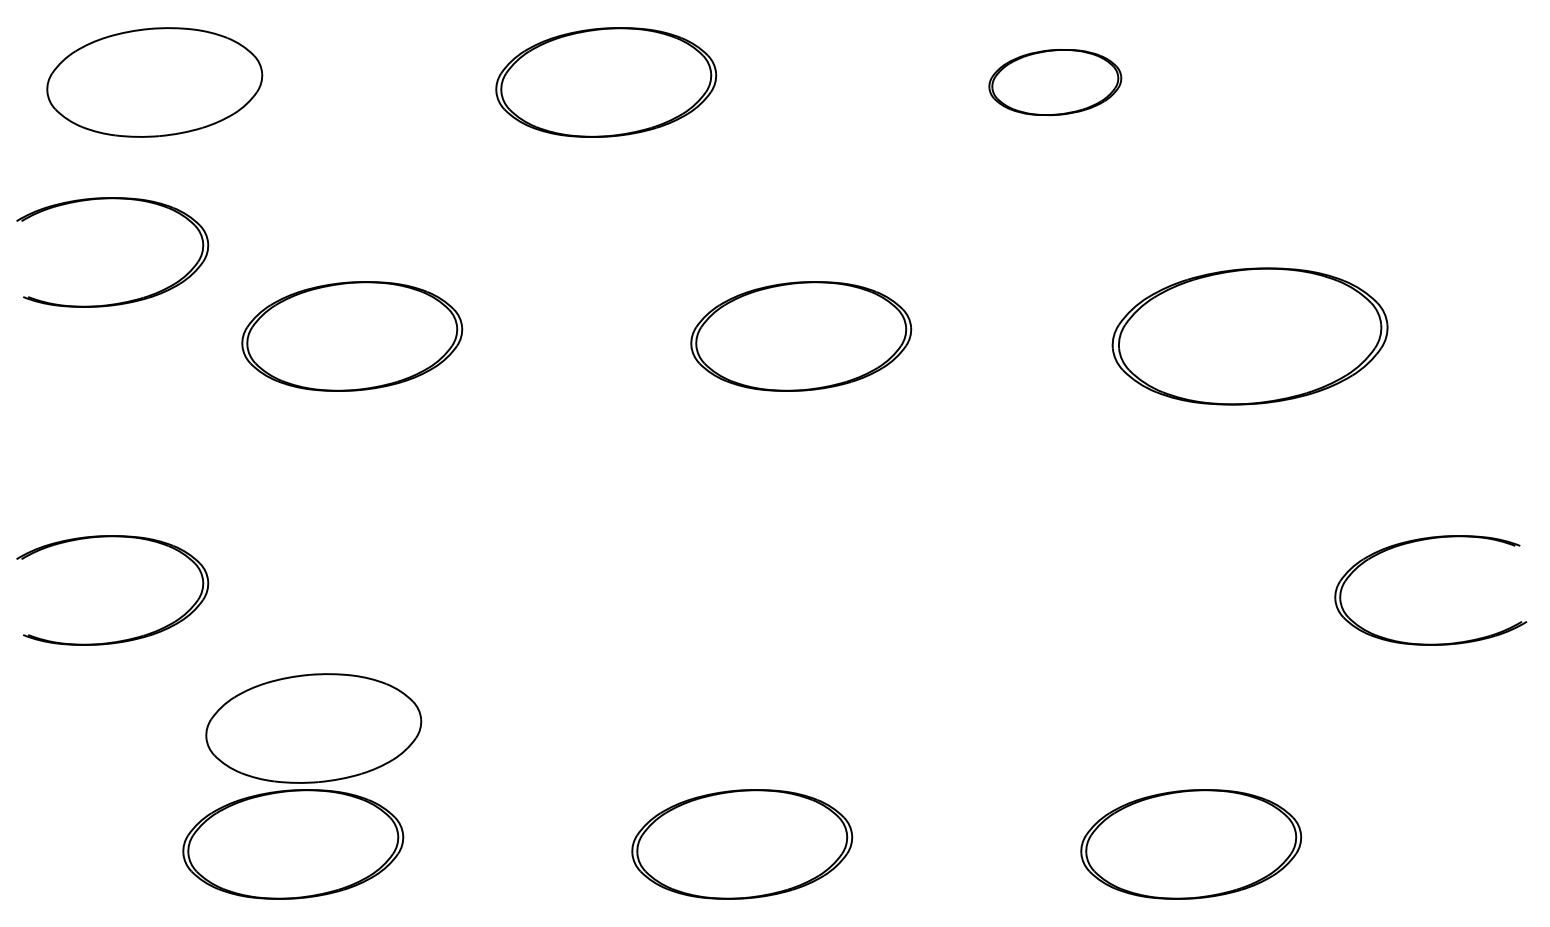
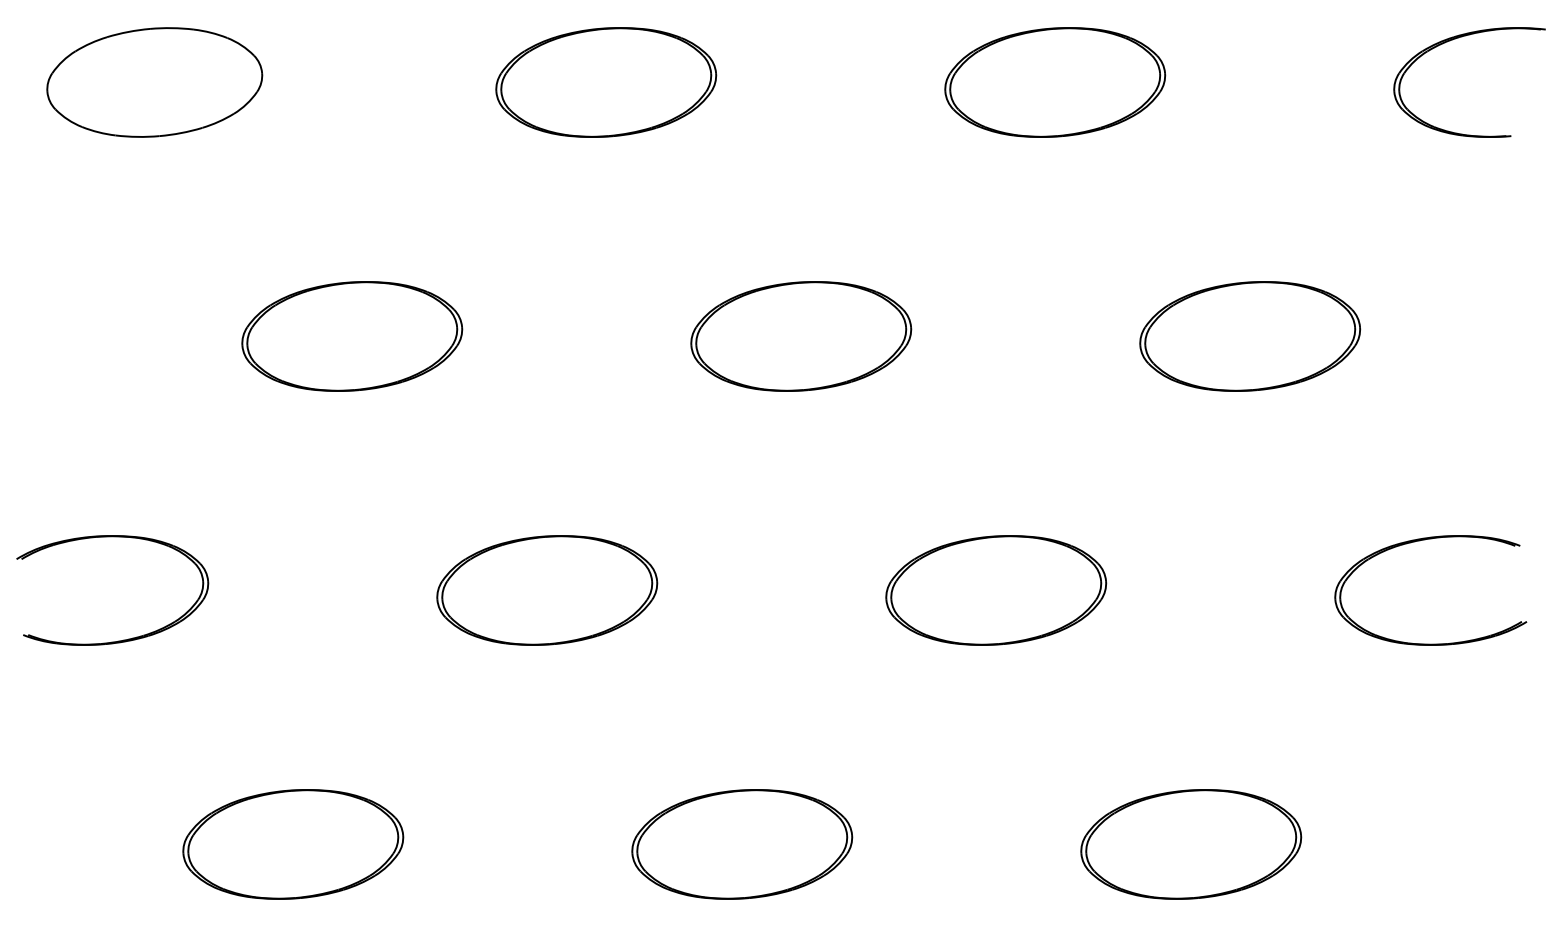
part at (1450, 41): none -> present
part at (1055, 82) size: 135x67 px -> 223x111 px
part at (123, 301): present -> none
part at (1249, 336) size: 278x139 px -> 223x111 px
part at (547, 590): none -> present
part at (996, 590): none -> present
part at (313, 728): present -> none
